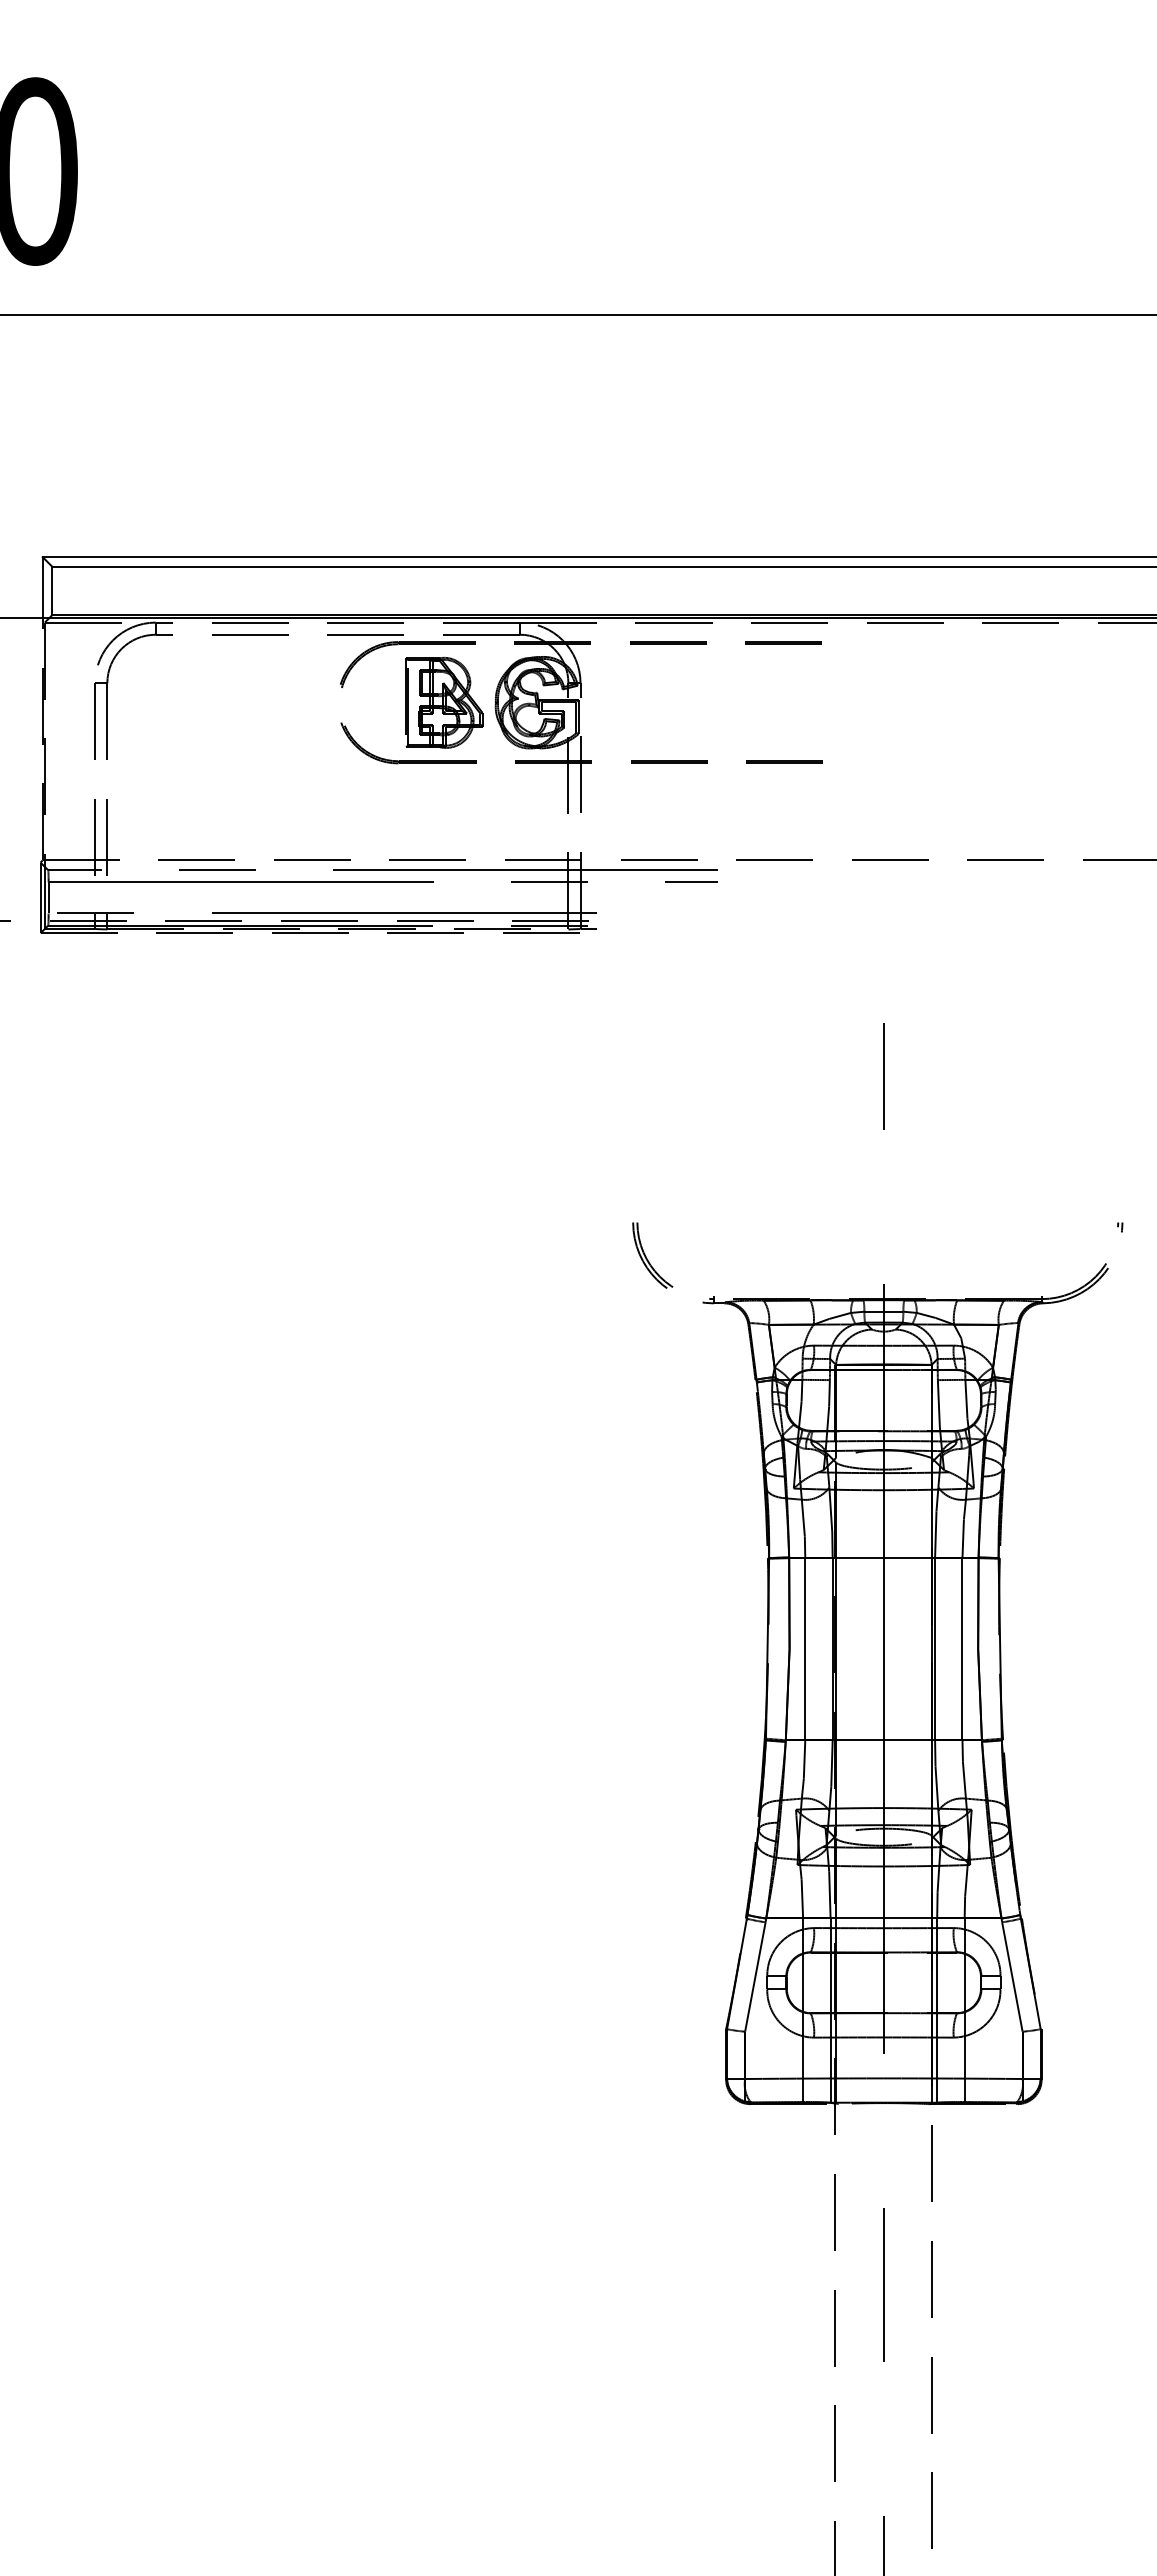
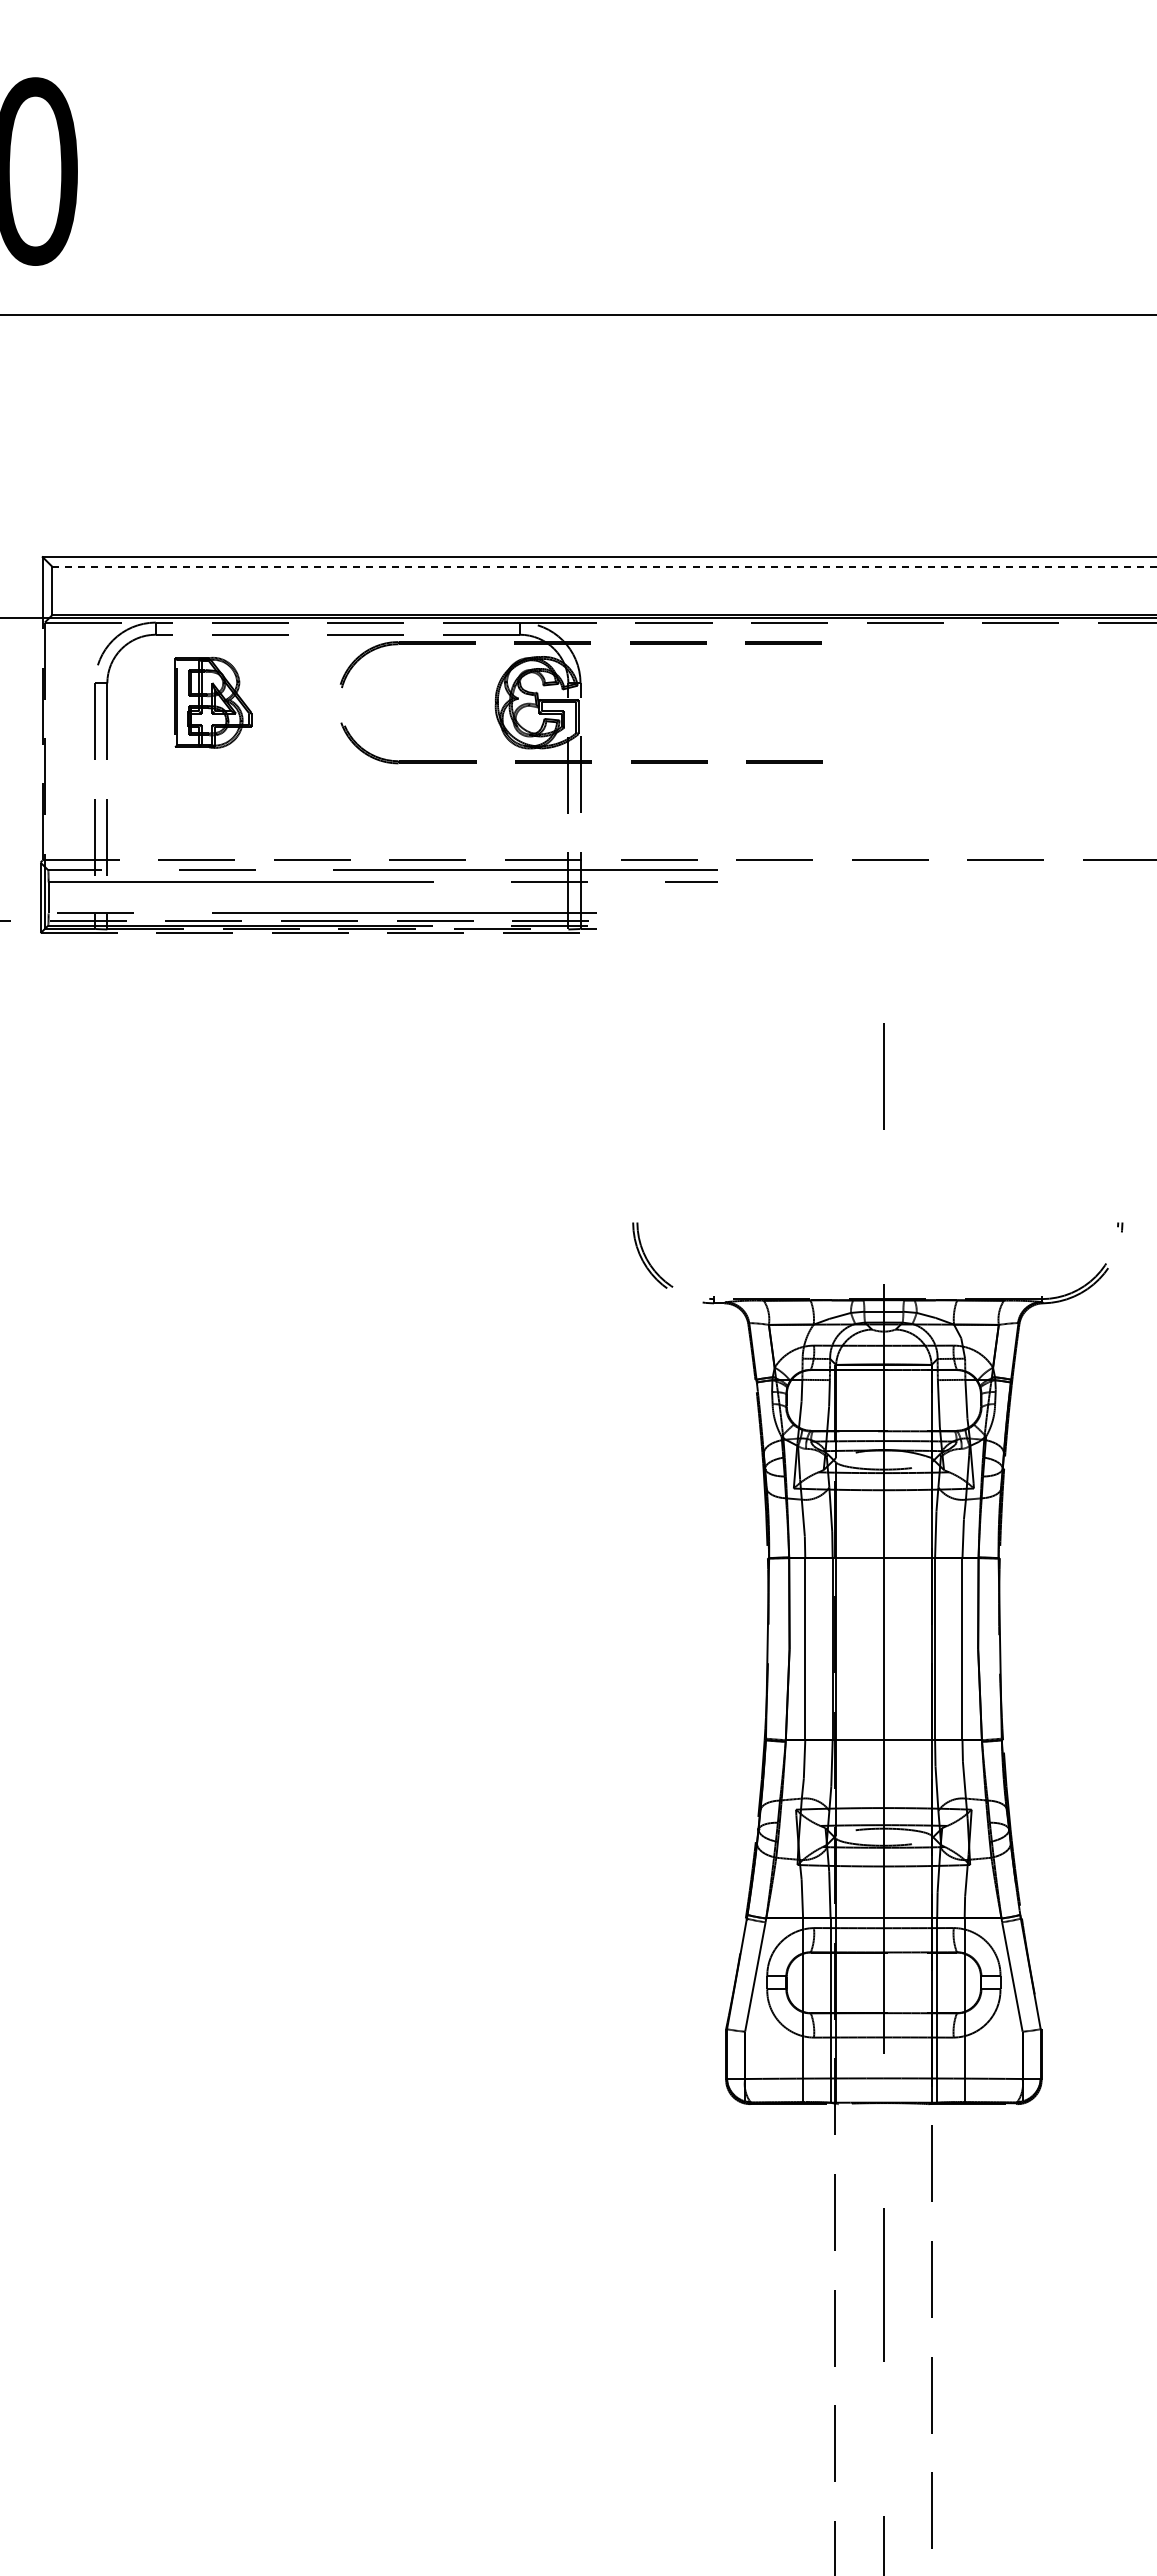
line at (604, 566): solid -> dashed
part at (444, 702) position: (444, 702) -> (213, 702)
